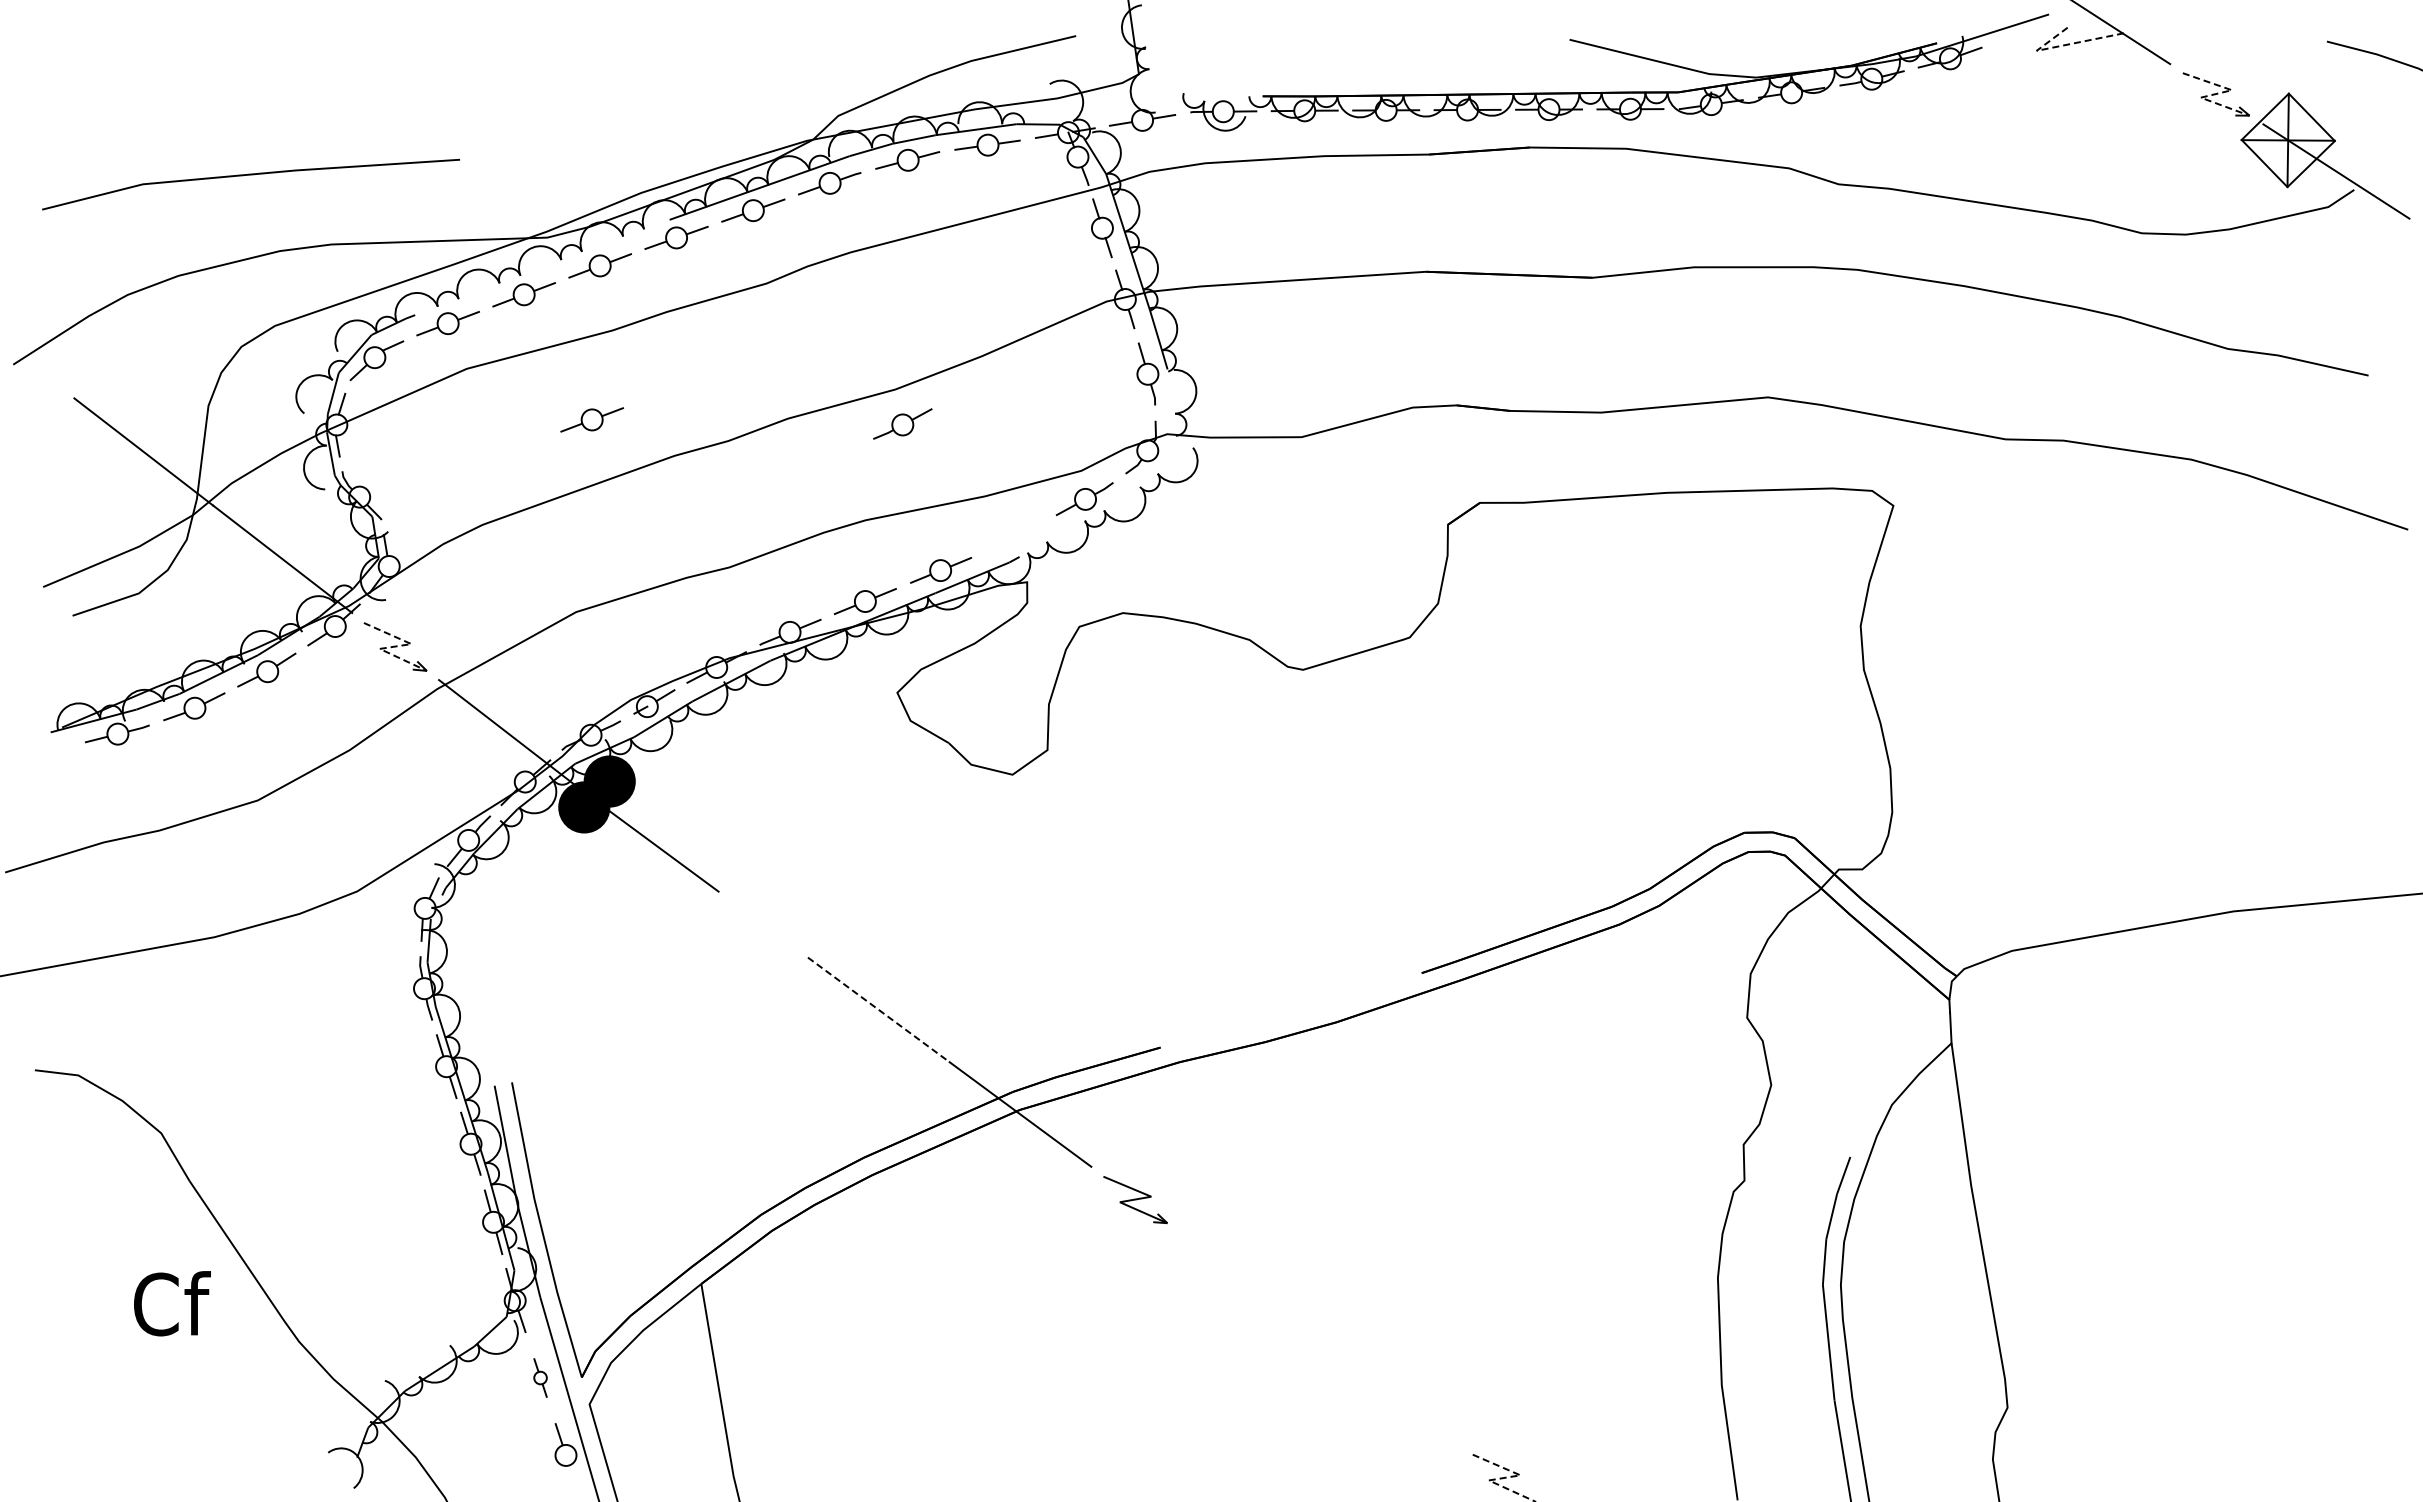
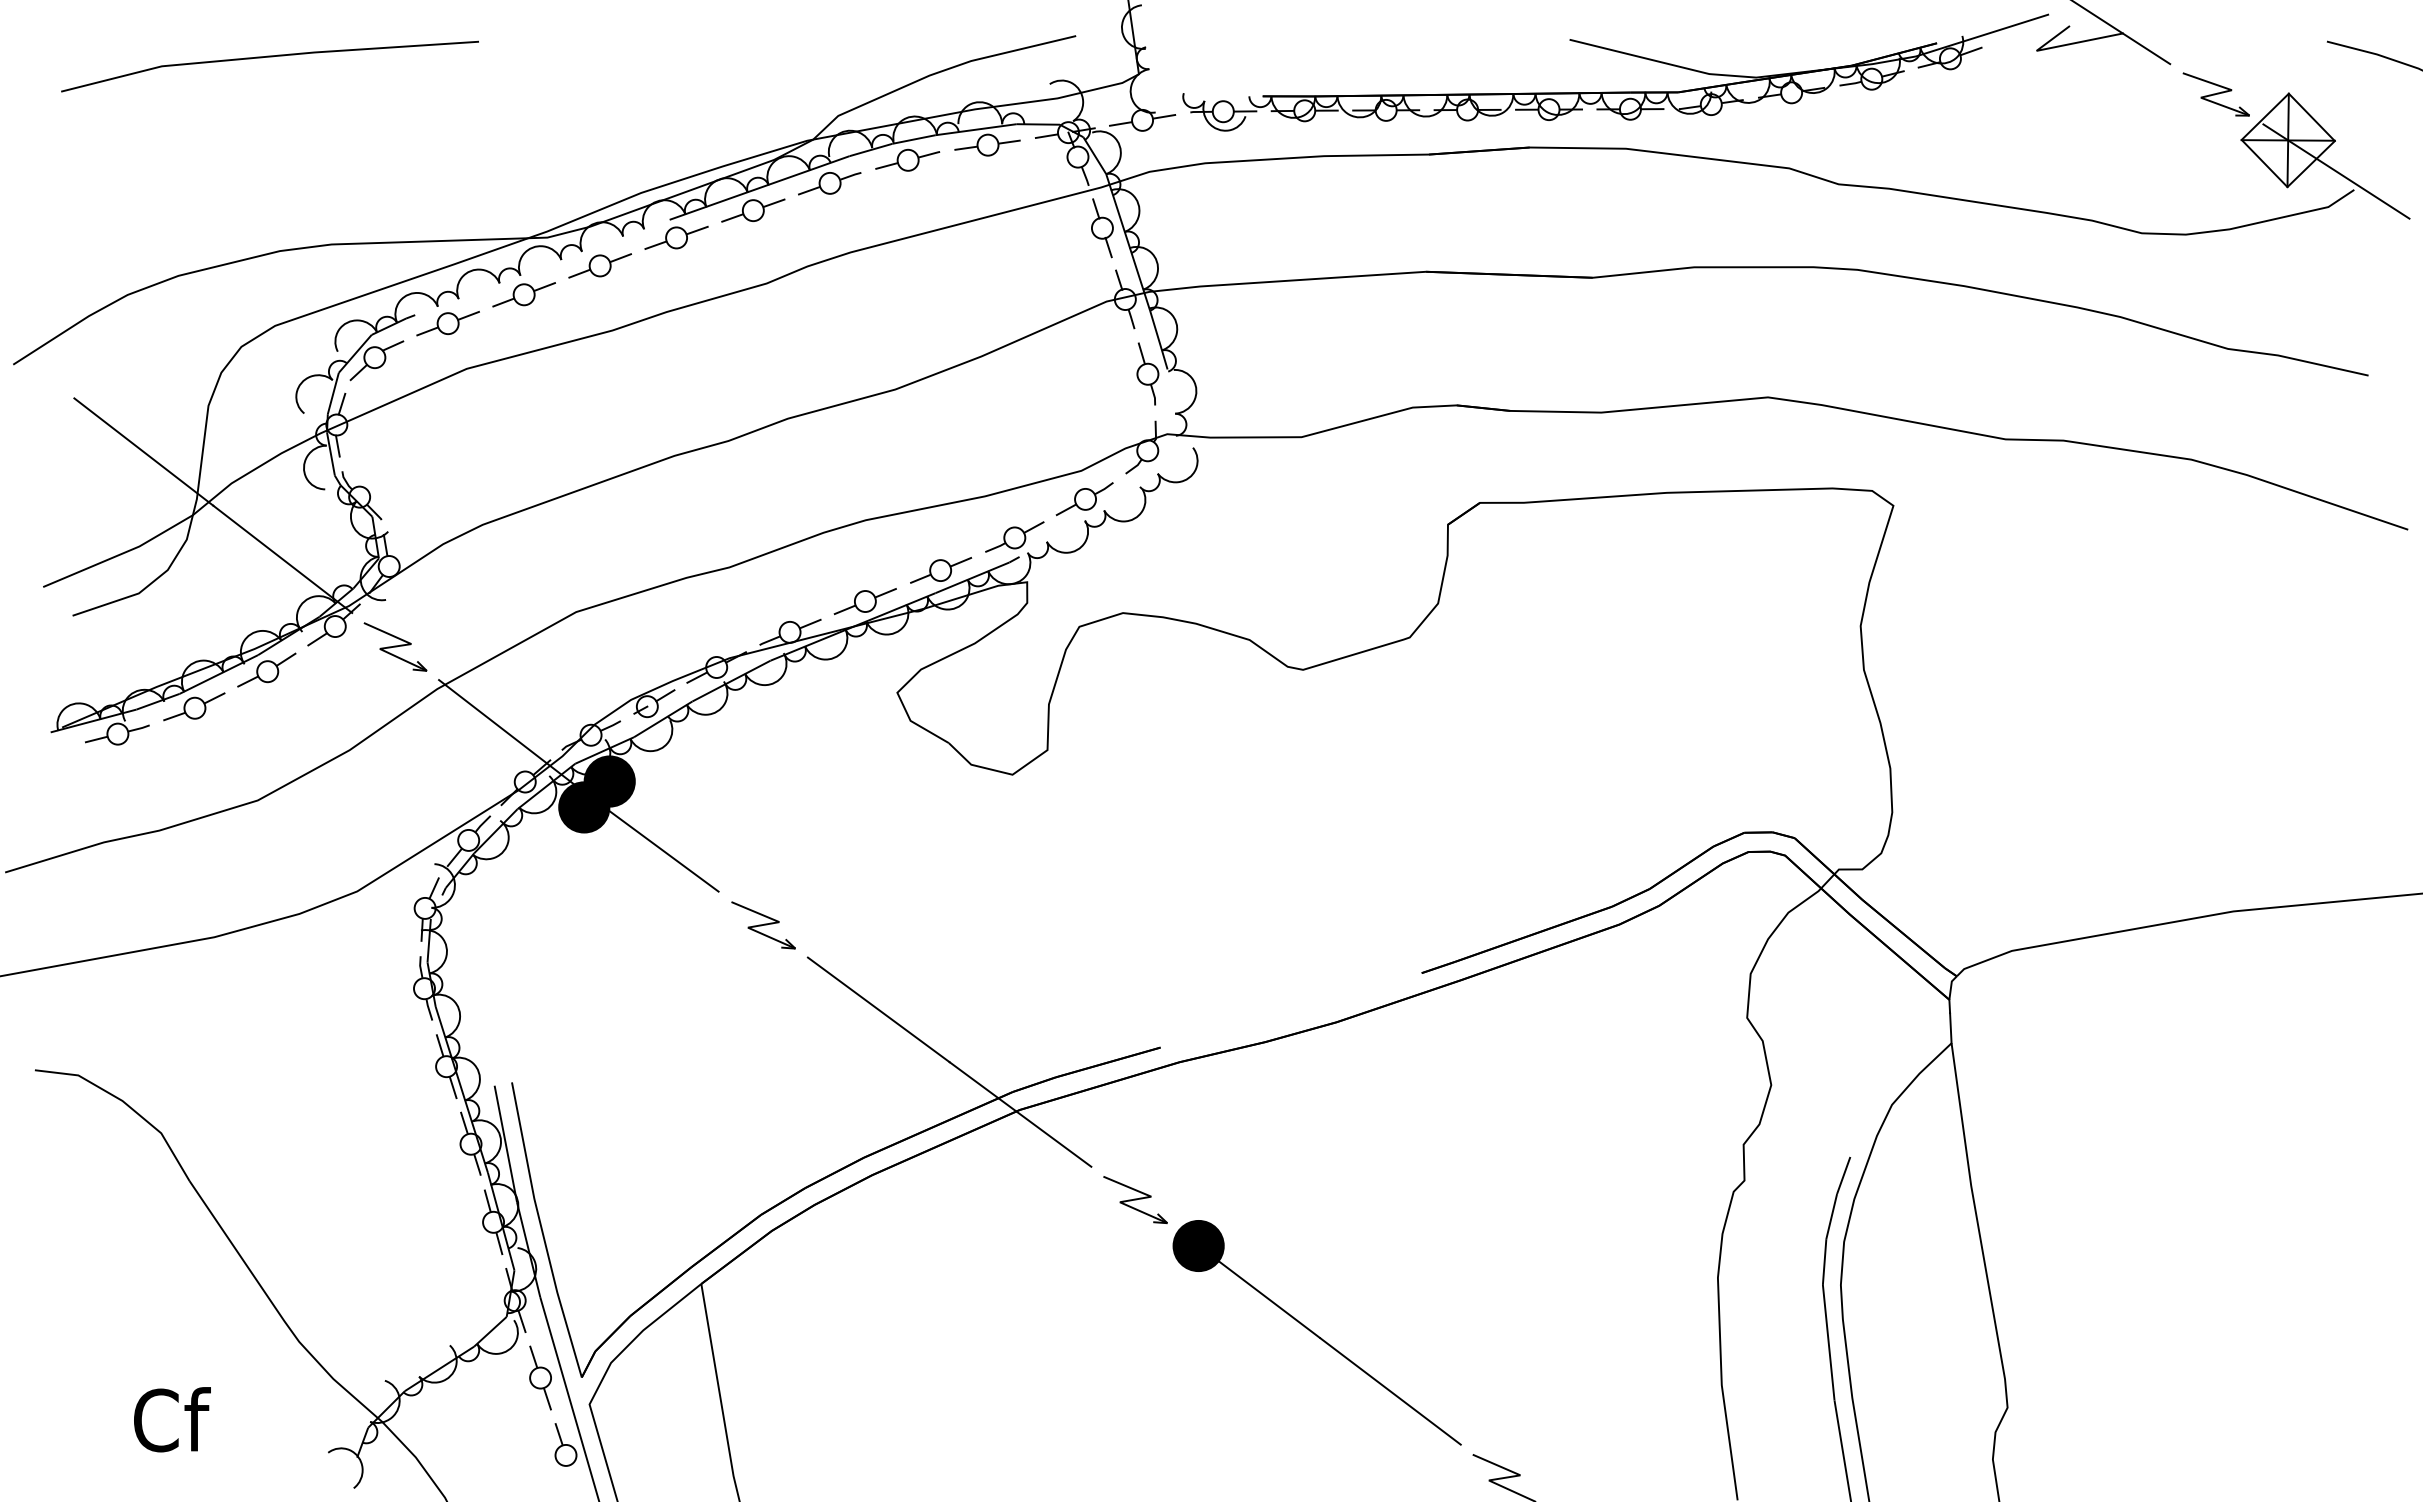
line at (2058, 46): dashed -> solid
line at (2216, 93): dashed -> solid
line at (250, 175) position: (250, 175) -> (269, 57)
part at (591, 419): present -> none
part at (902, 423) position: (902, 423) -> (1014, 536)
line at (395, 646): dashed -> solid
part at (763, 925): none -> present
line at (879, 1010): dashed -> solid
text at (172, 1303) position: (172, 1303) -> (172, 1419)
part at (1316, 1332): none -> present
part at (540, 1377) size: 15x40 px -> 23x66 px
line at (1504, 1477): dashed -> solid
